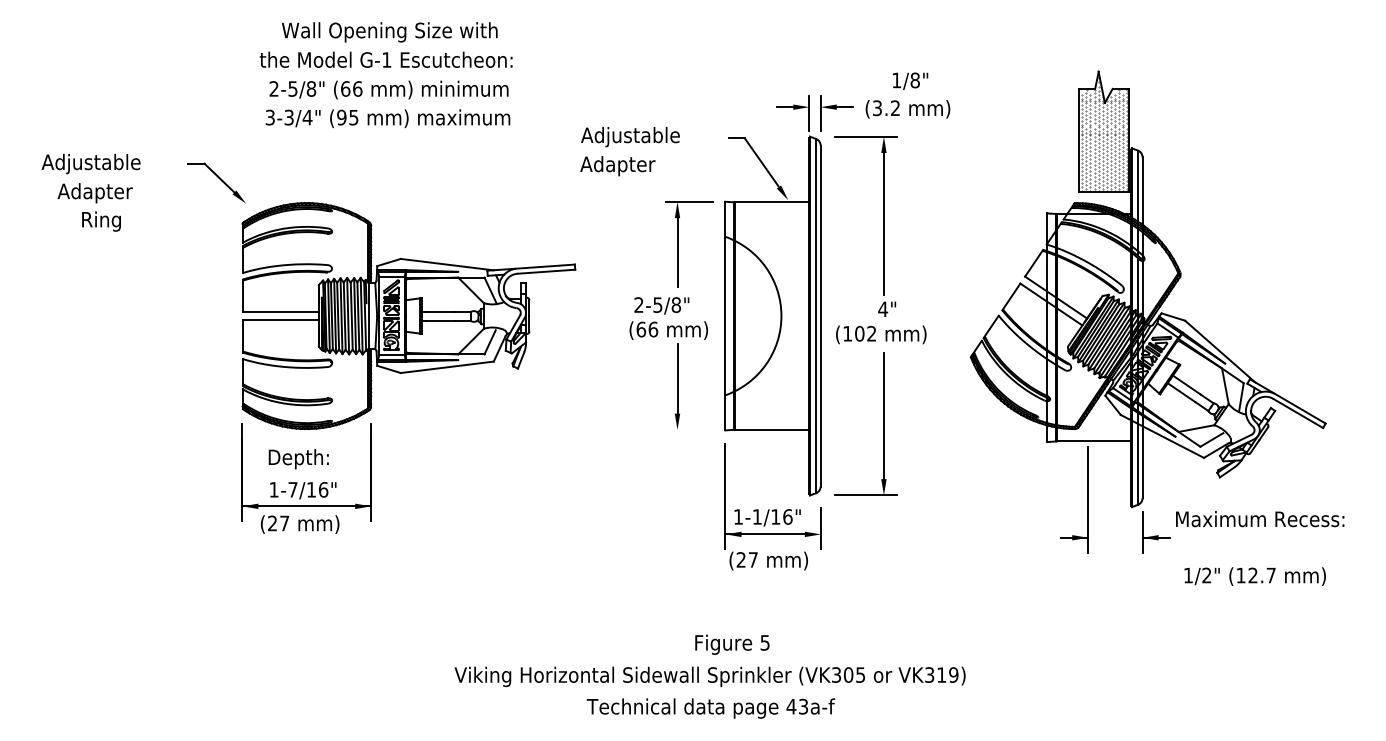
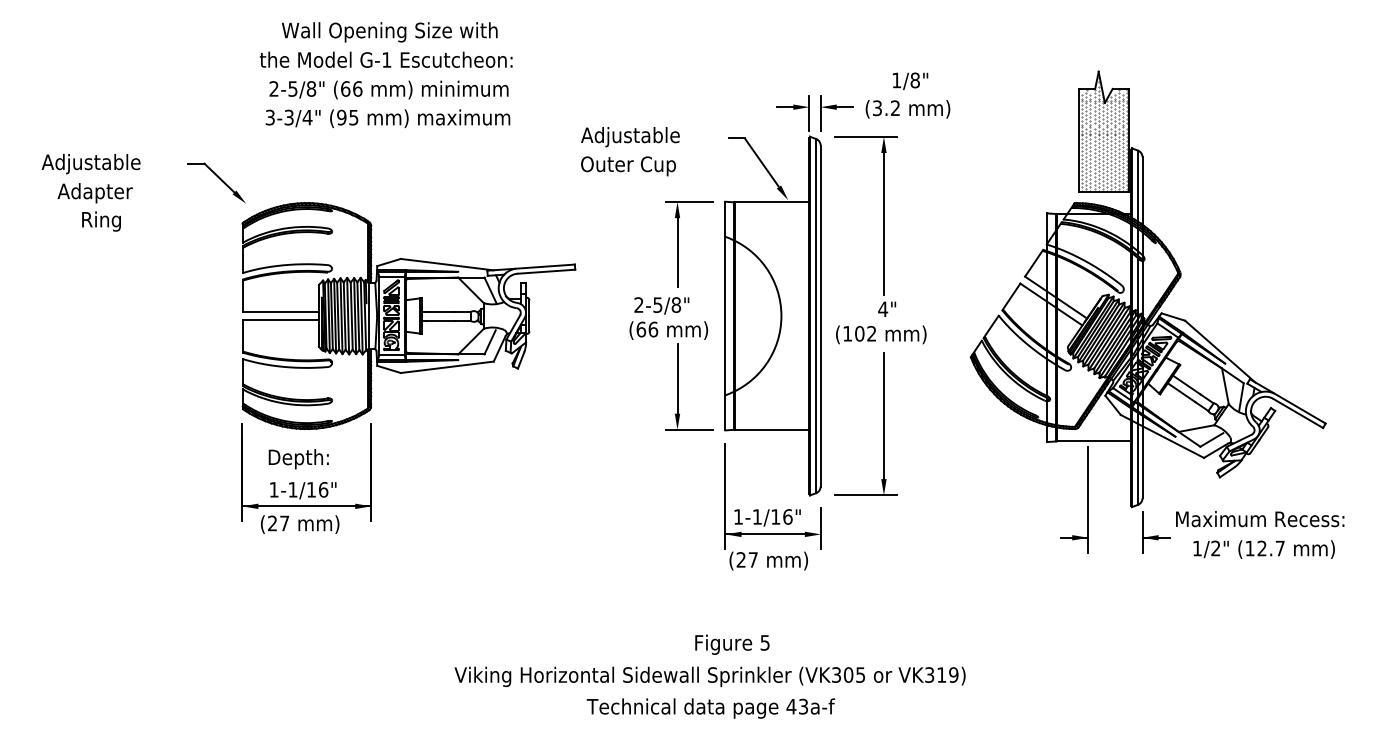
text at (627, 166): Adapter -> Outer Cup
line at (689, 429): none -> present
text at (292, 489): 1-7/16" -> 1-1/16"
text at (1254, 576) position: (1254, 576) -> (1263, 549)
